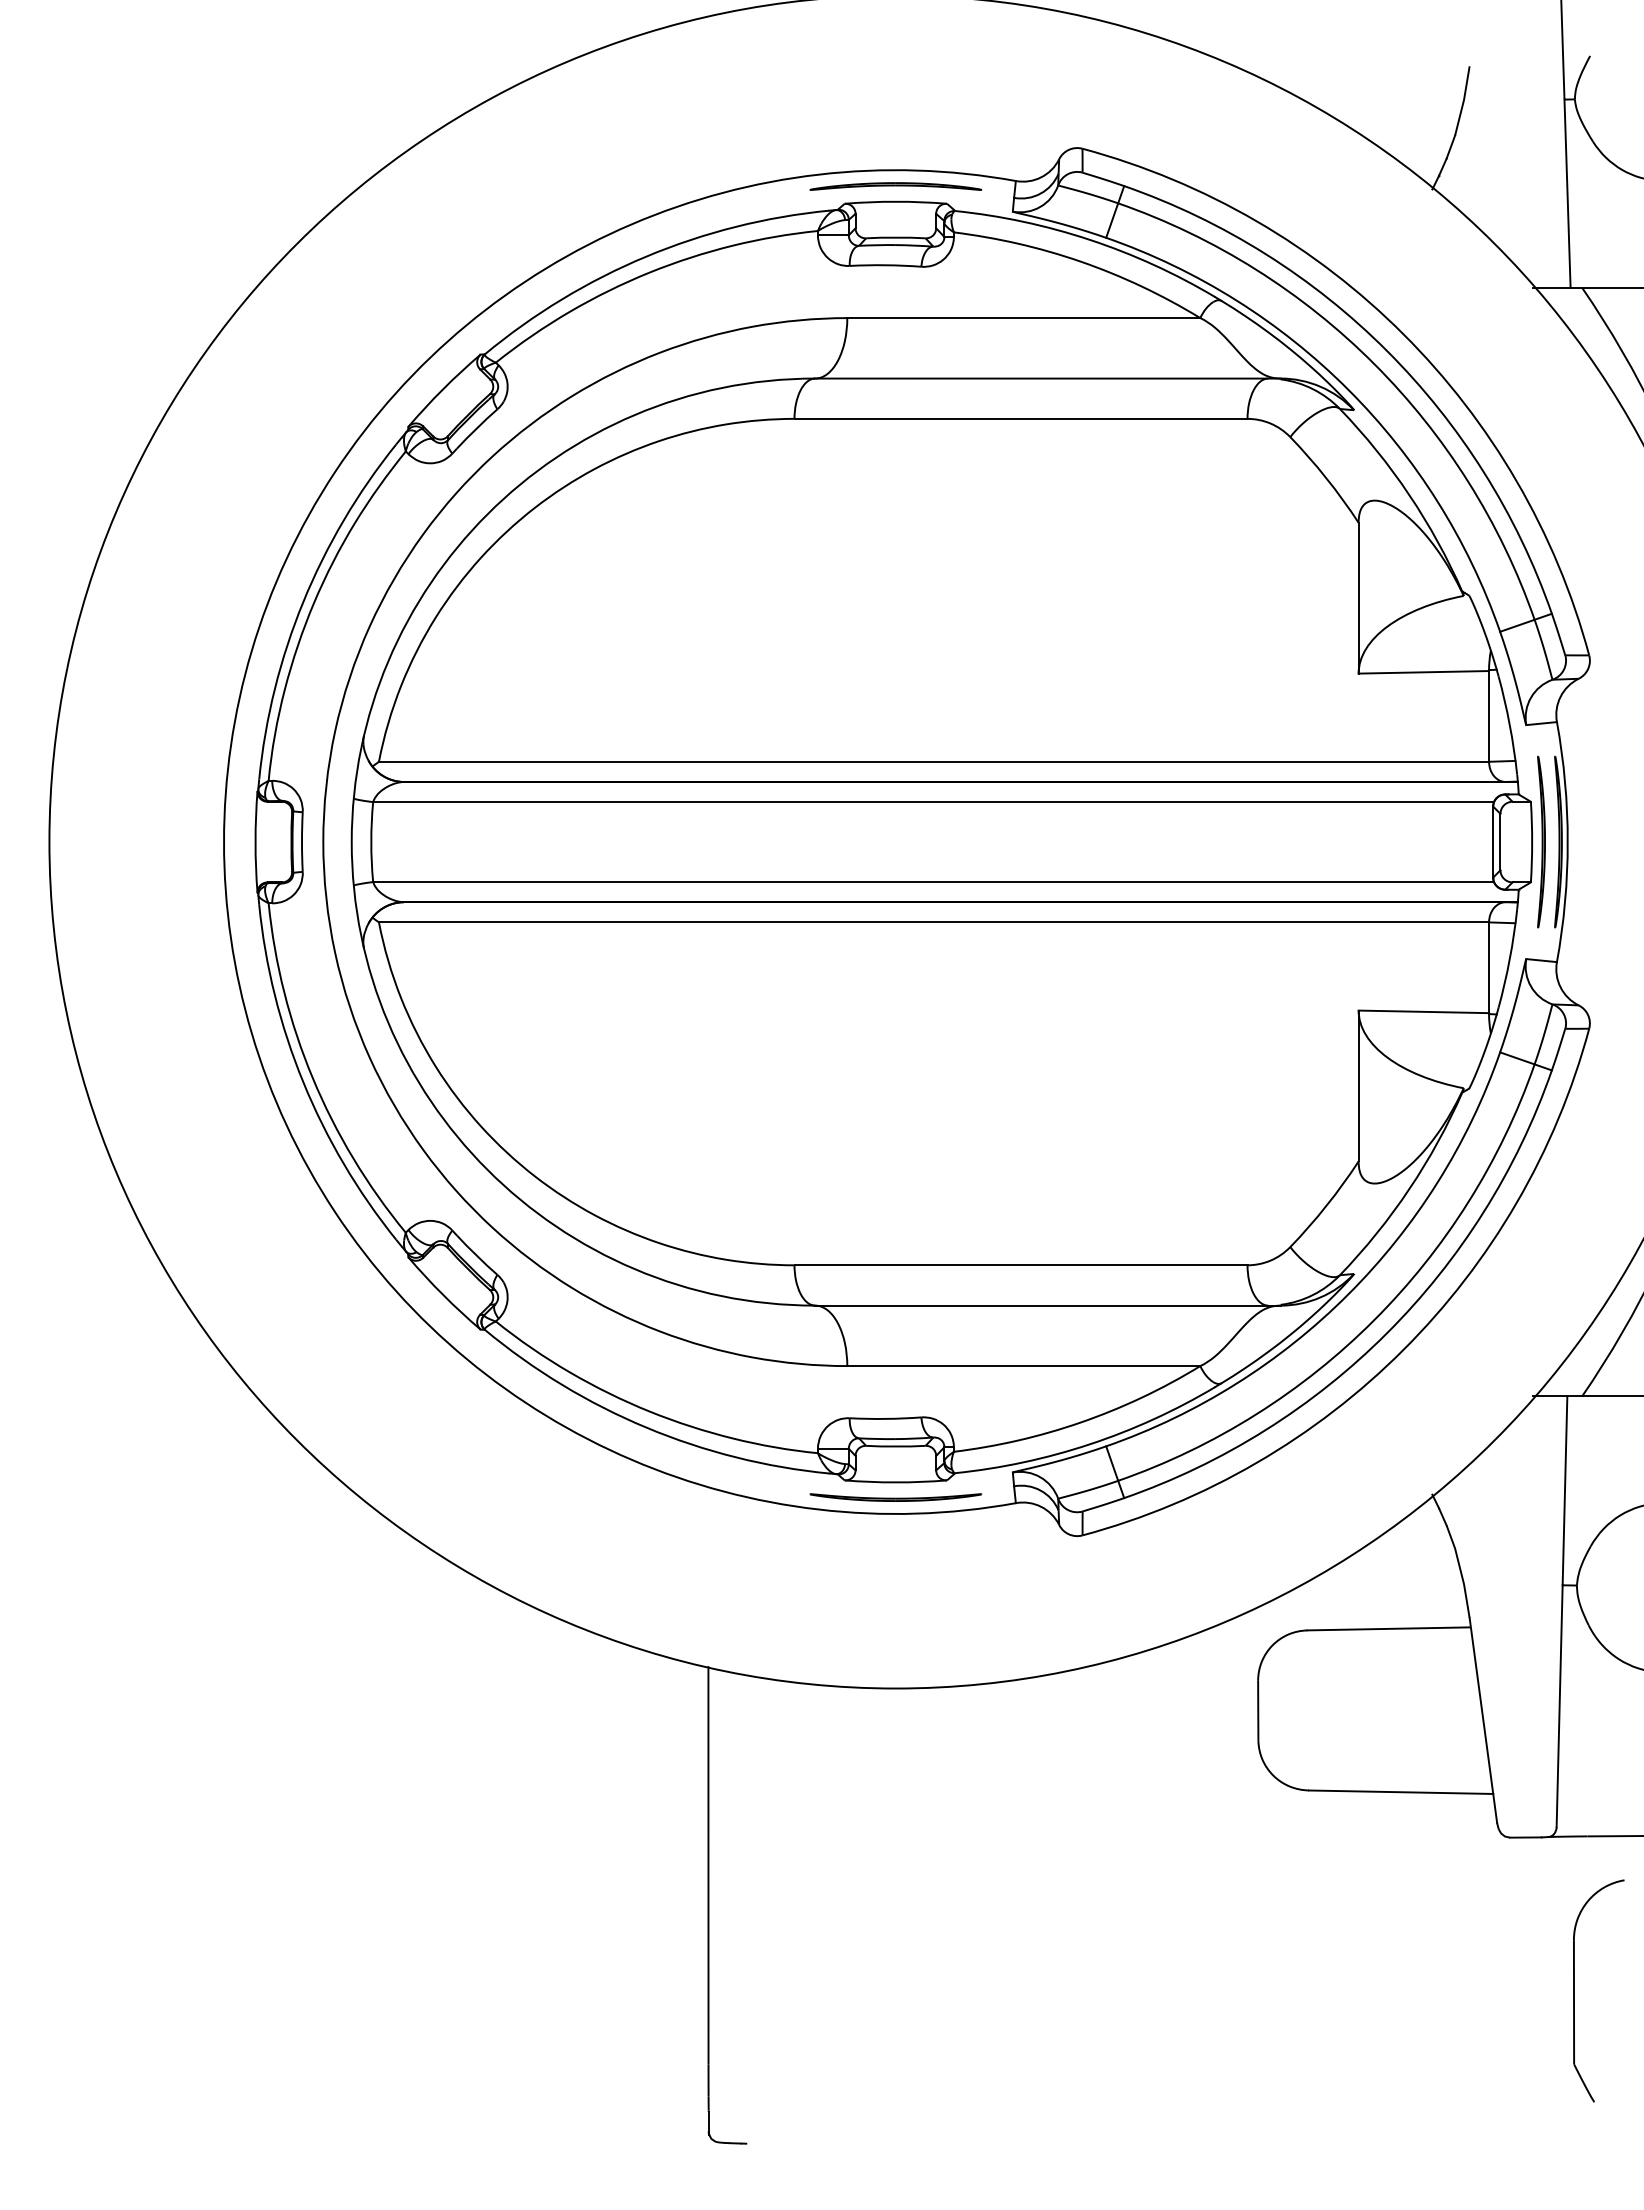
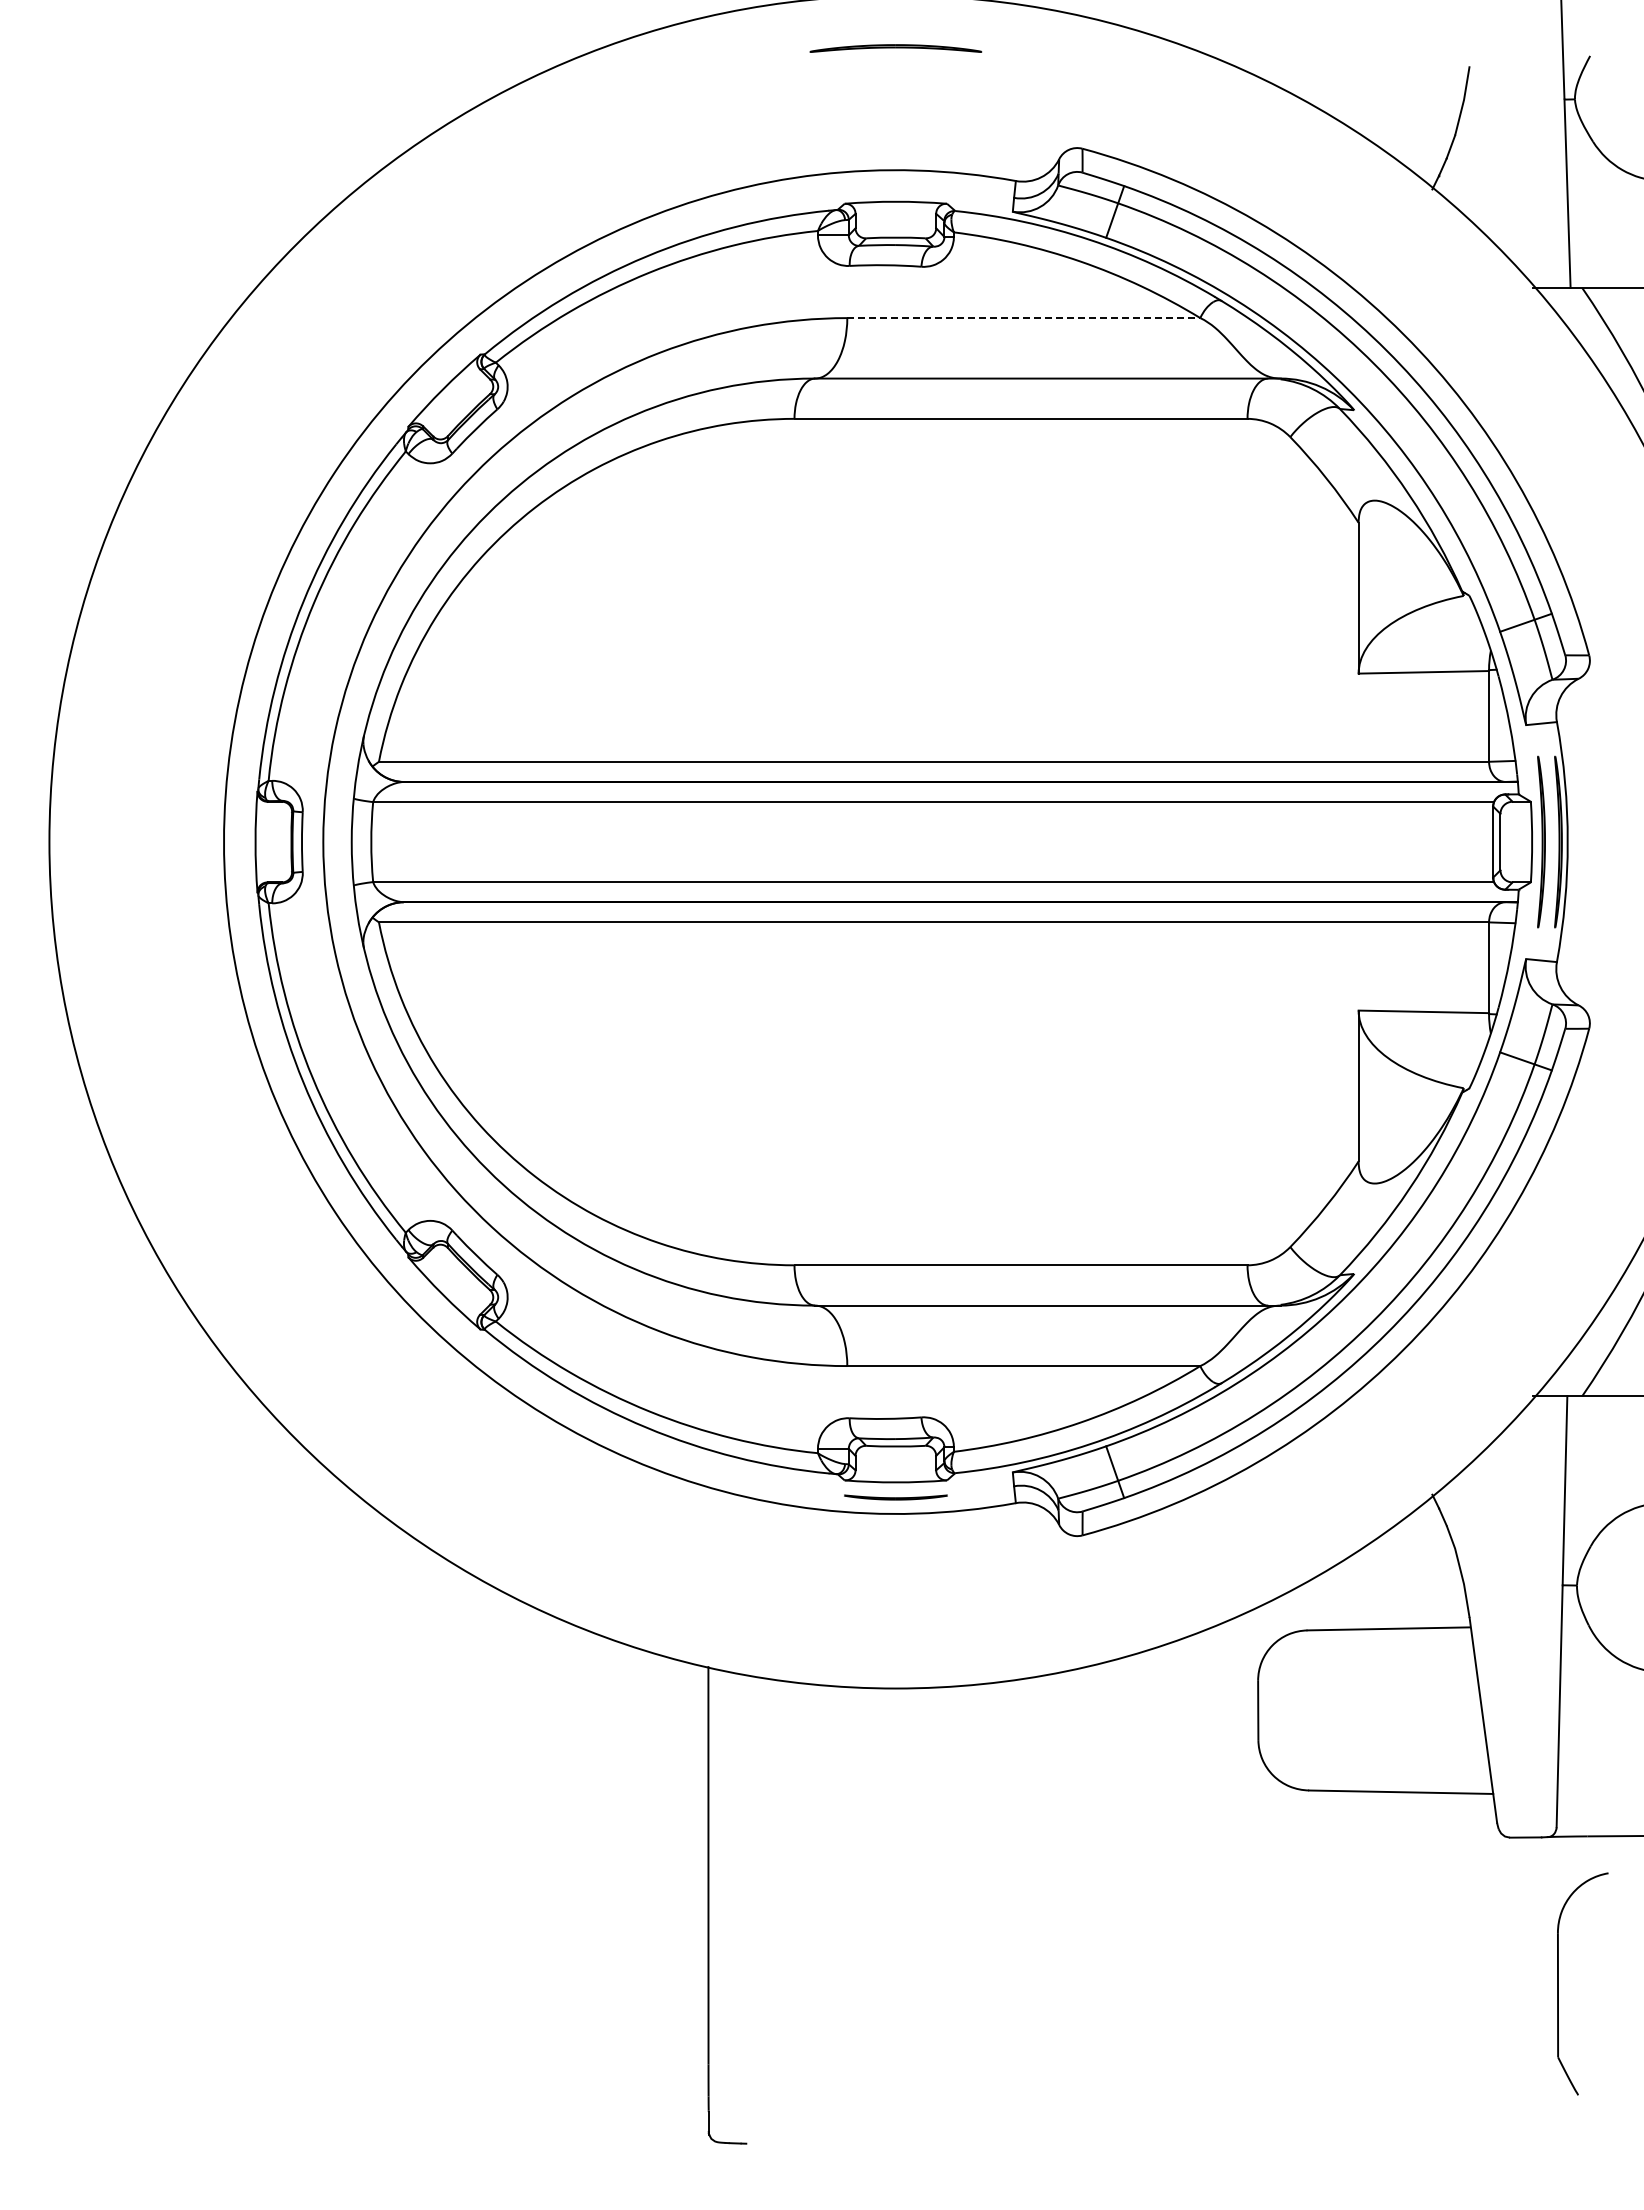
part at (895, 186) position: (895, 186) -> (895, 48)
line at (1023, 318): solid -> dashed
part at (895, 1497) size: 174x9 px -> 104x7 px
part at (1574, 1990) position: (1574, 1990) -> (1558, 1983)
